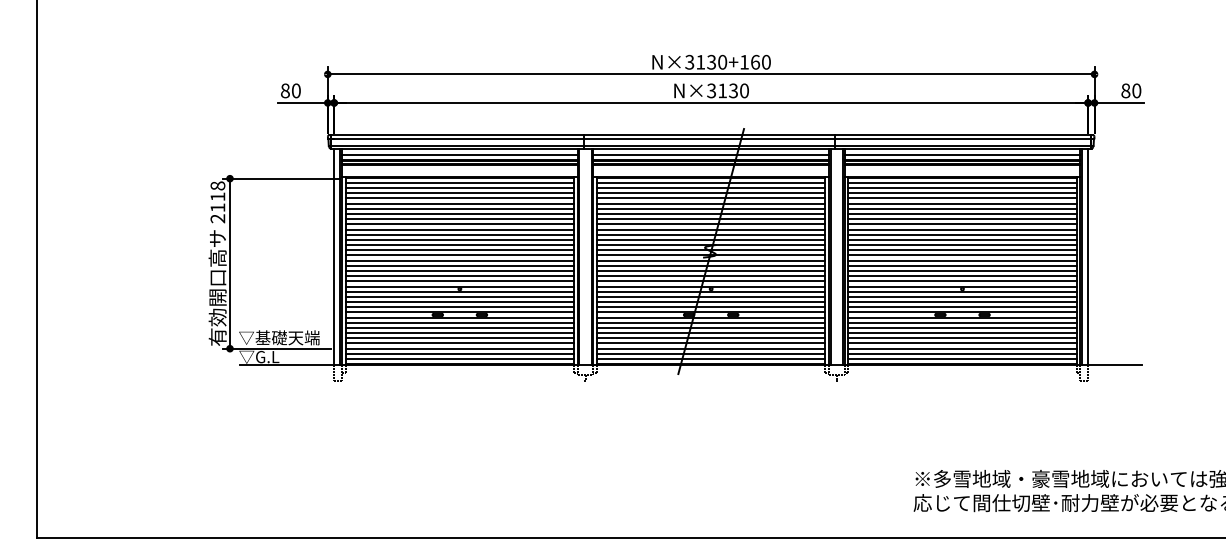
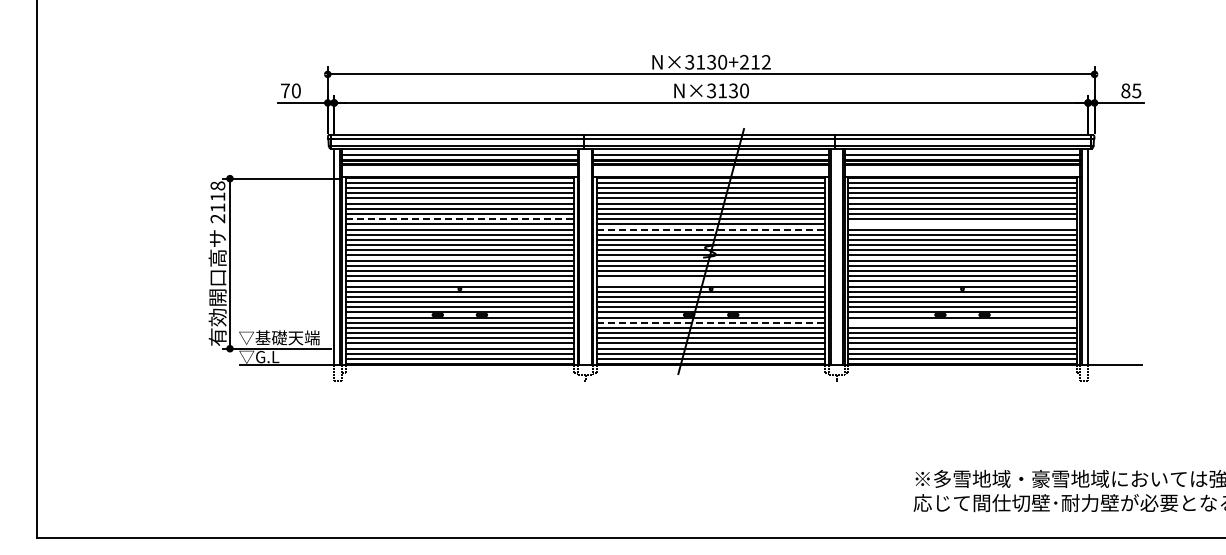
text at (755, 61): N×3130+160 -> N×3130+212
text at (285, 90): 80 -> 70
text at (1136, 90): 80 -> 85
line at (460, 219): solid -> dashed
line at (962, 224): present -> none
line at (711, 229): solid -> dashed
line at (711, 281): present -> none
line at (711, 322): solid -> dashed
line at (962, 322): present -> none
